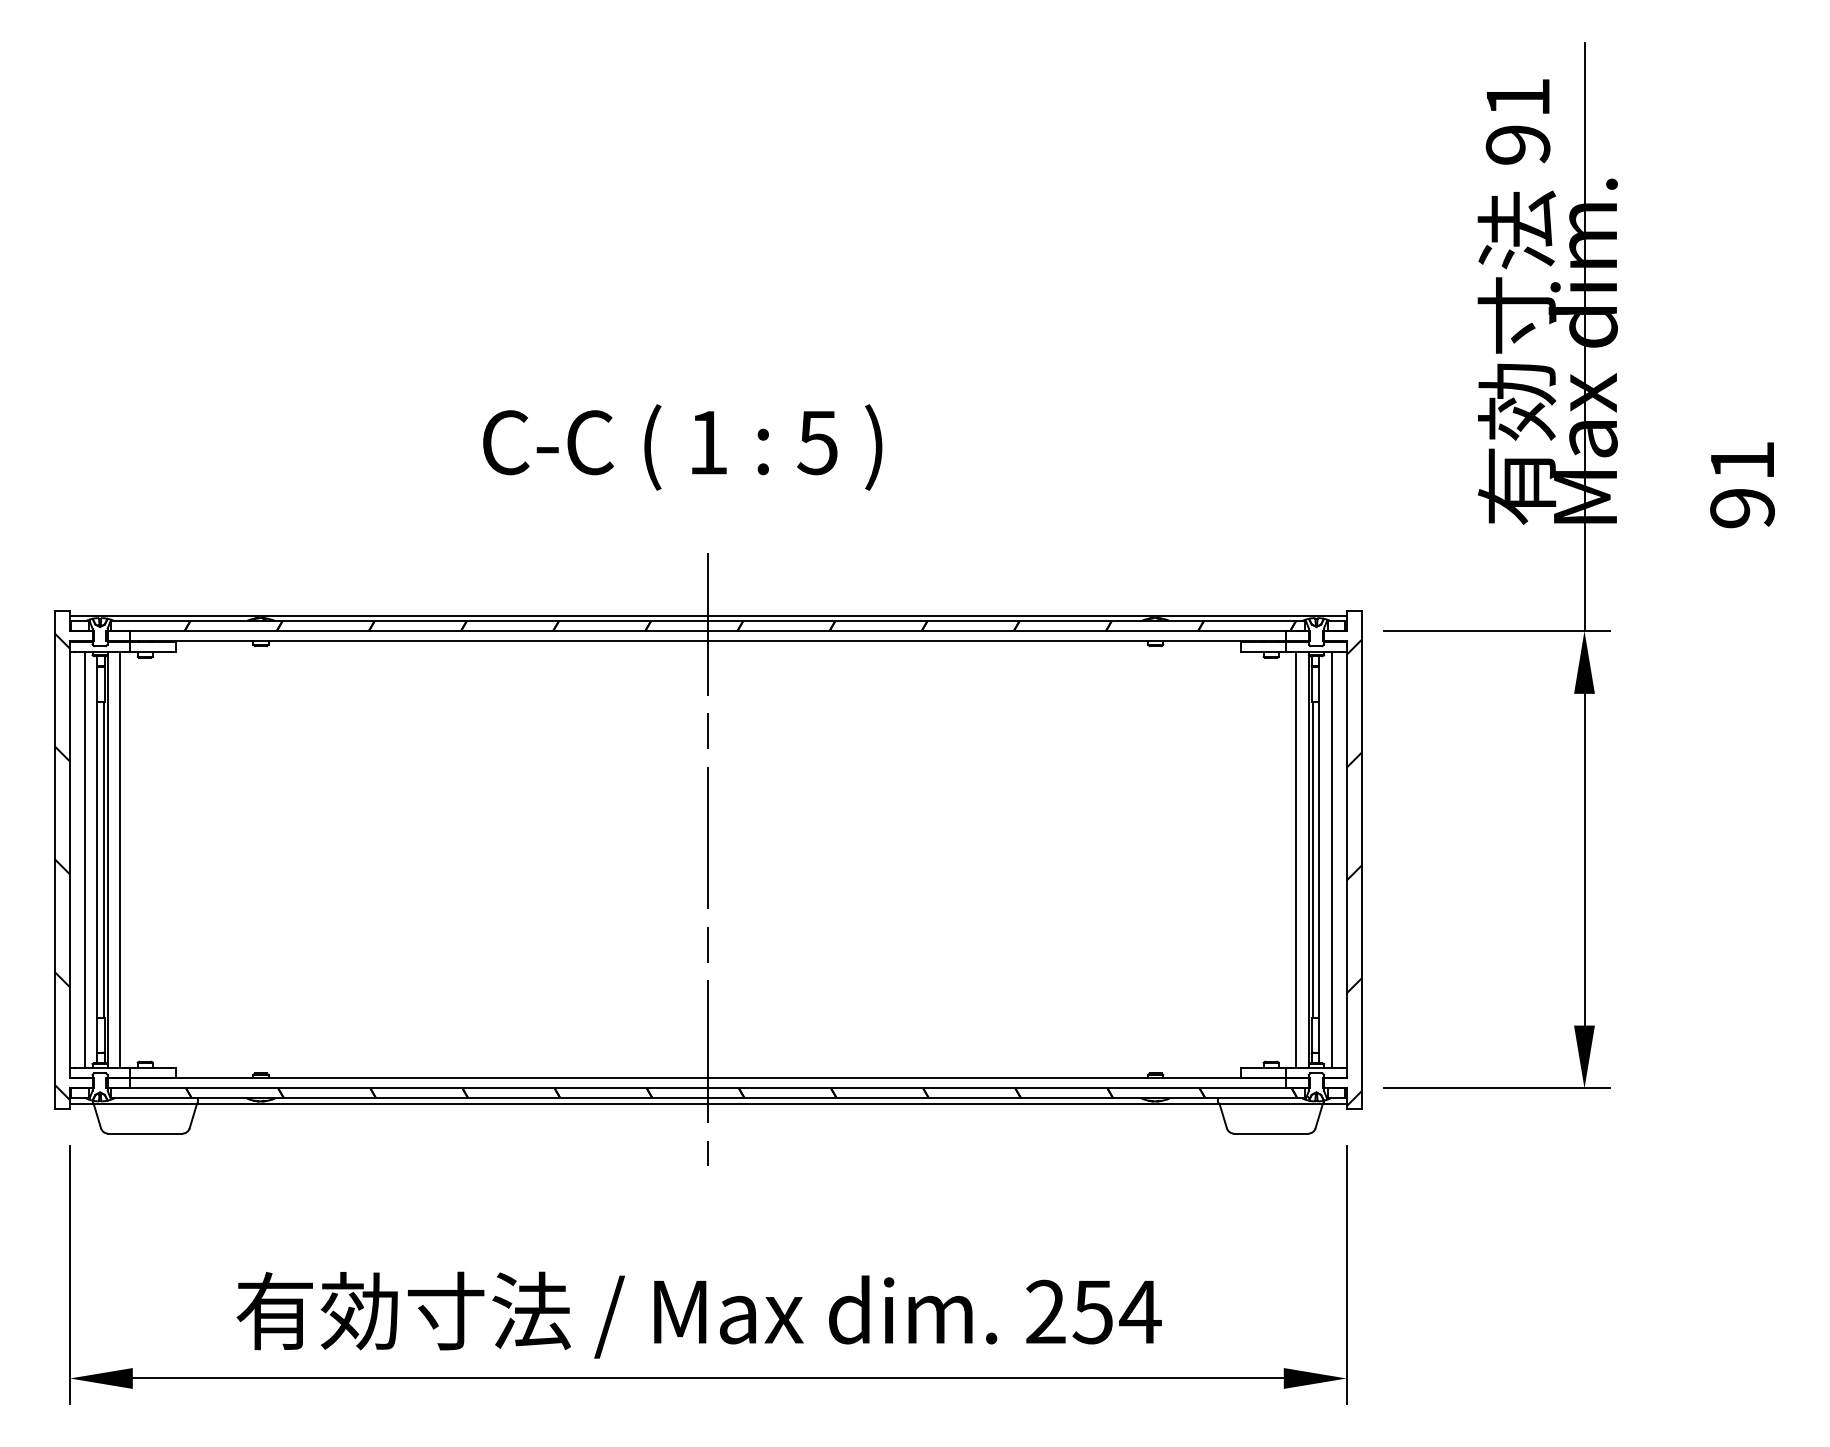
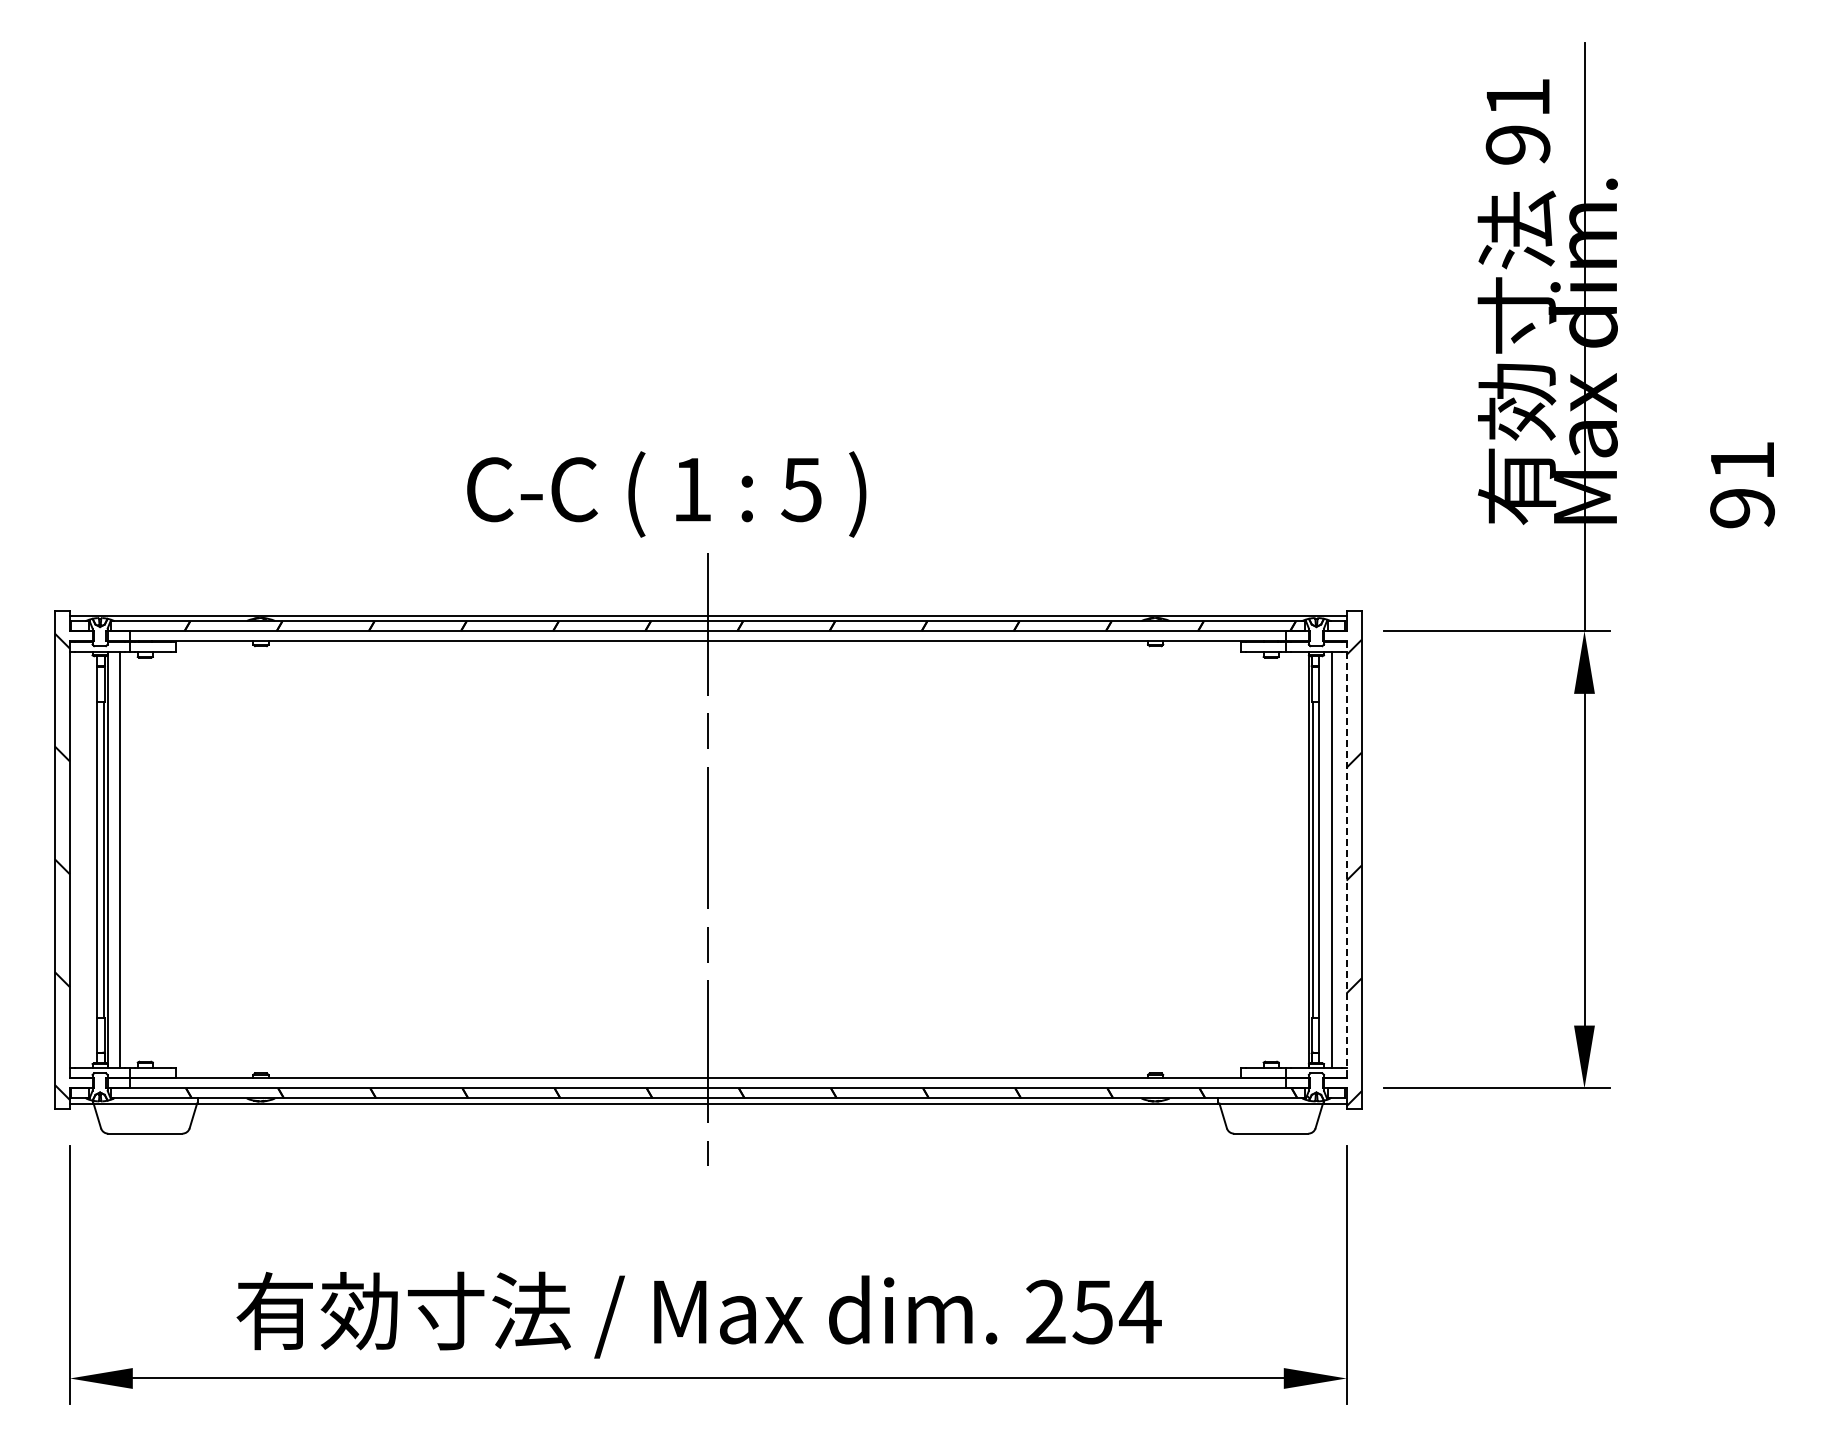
text at (682, 447) position: (682, 447) -> (666, 494)
line at (85, 859): present -> none
line at (1296, 859): present -> none
line at (1346, 859): solid -> dashed
